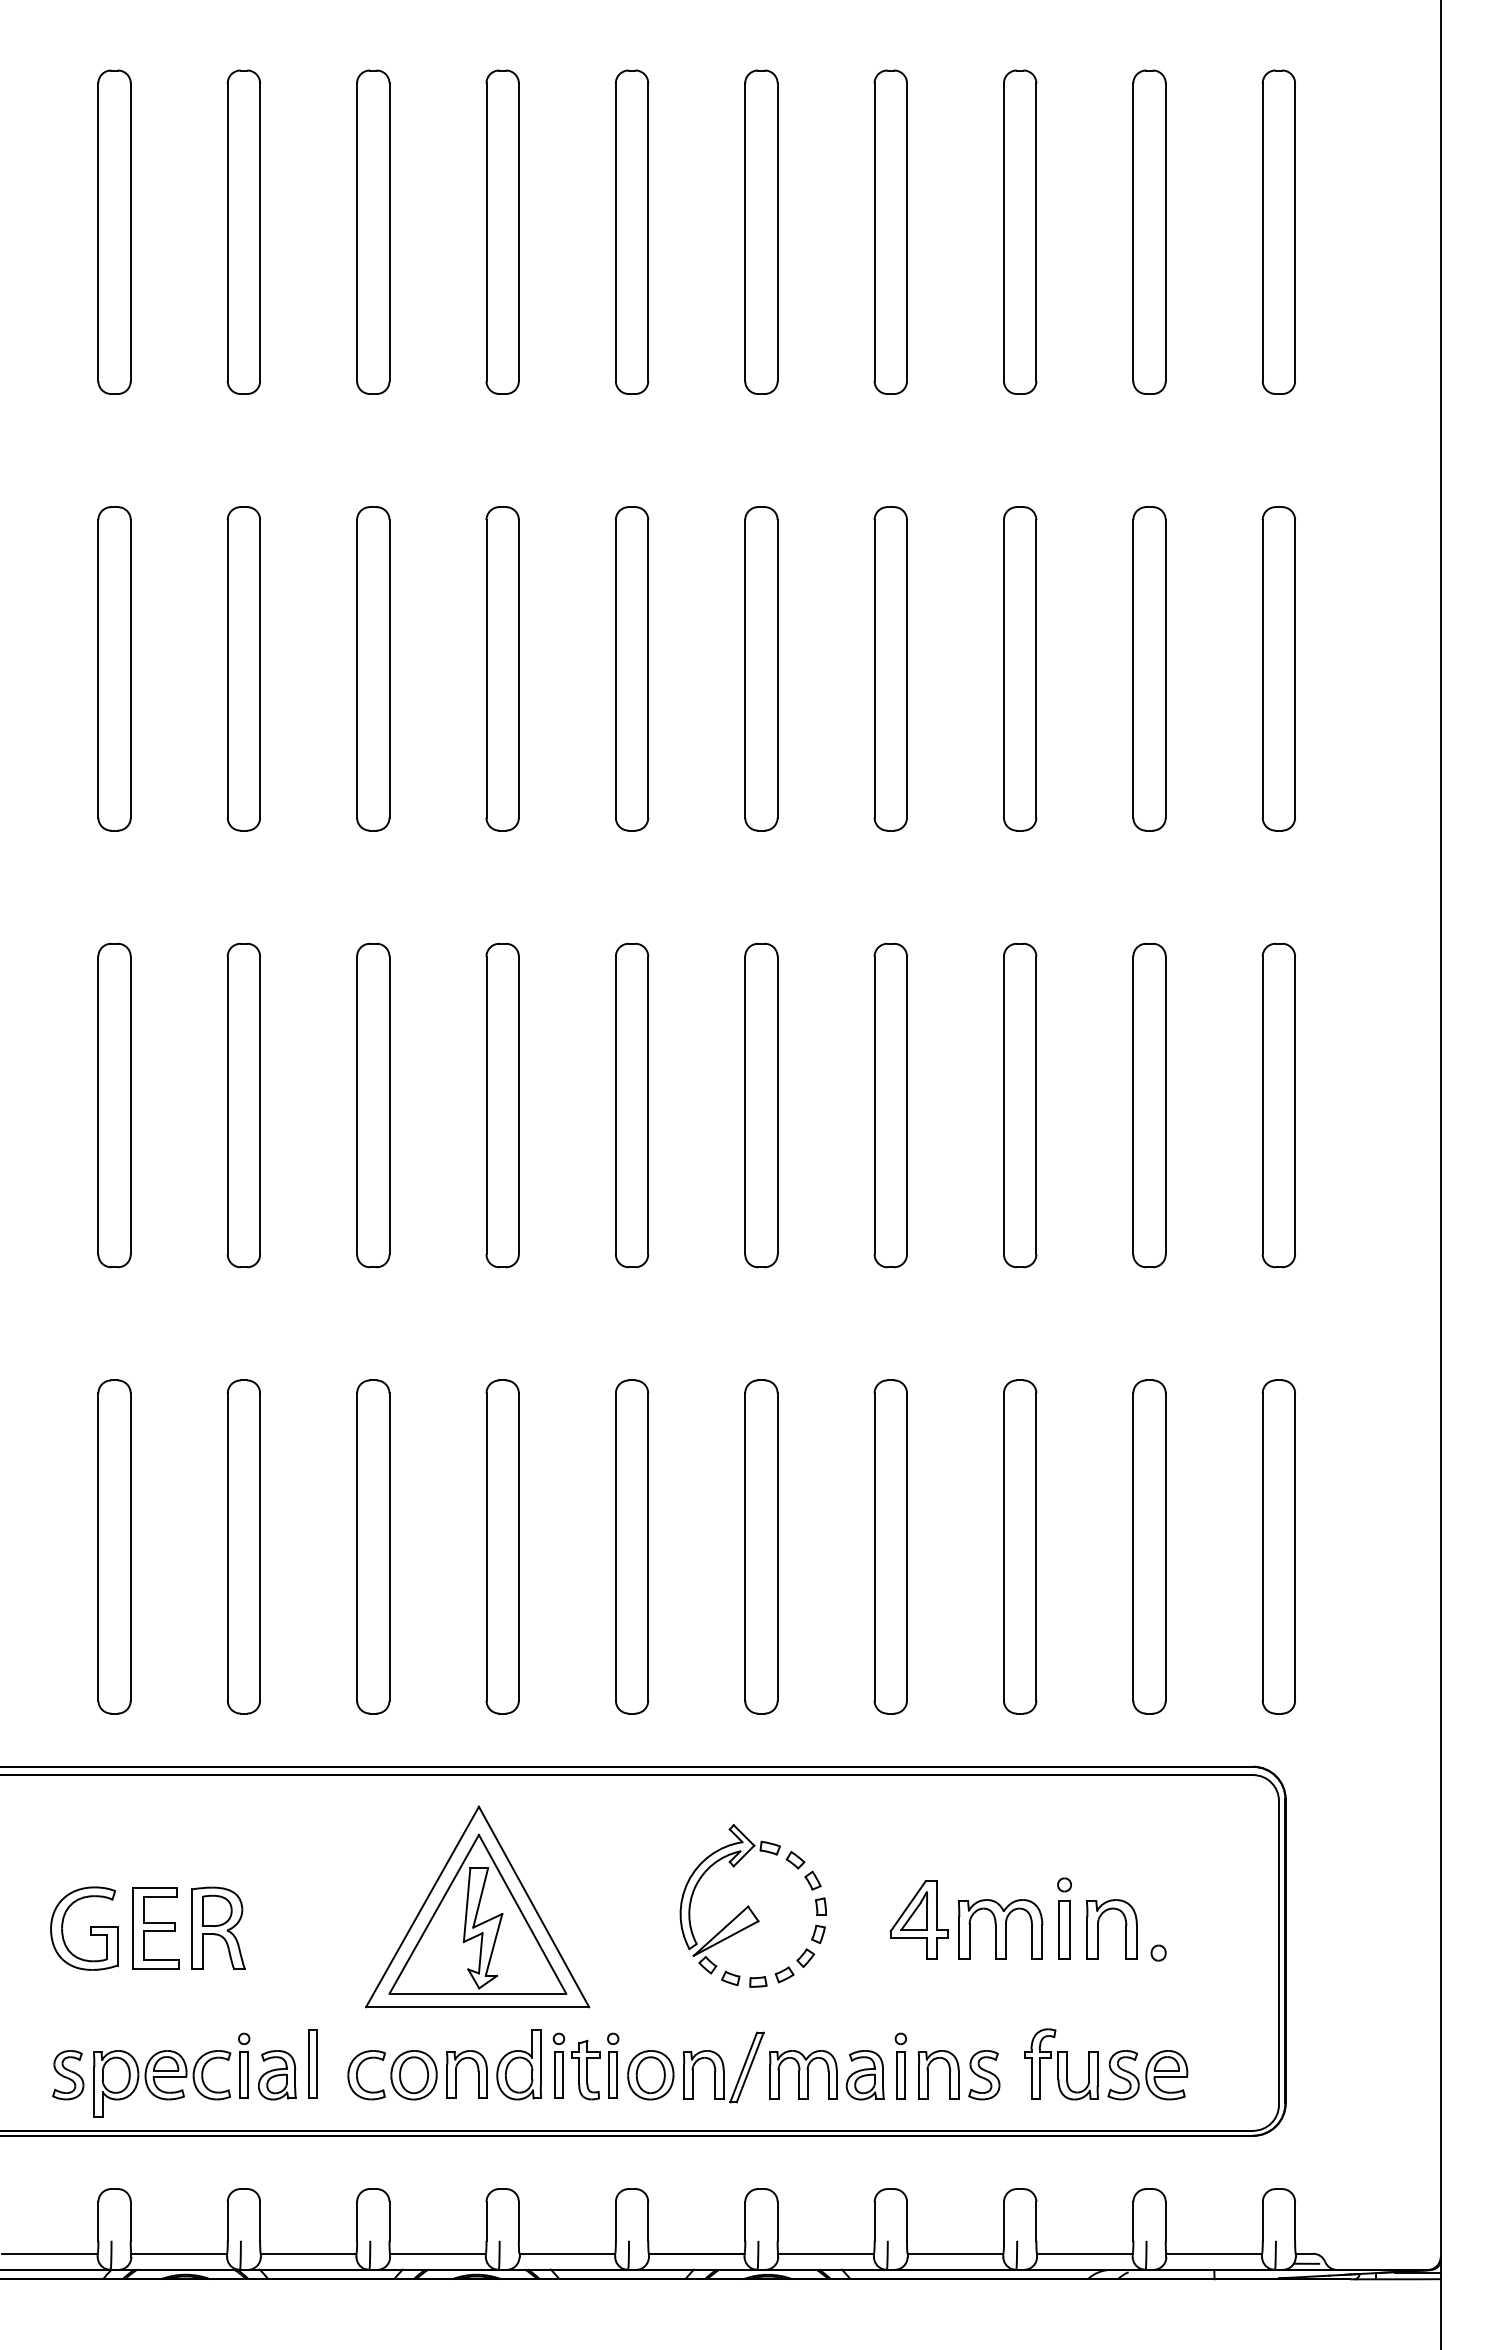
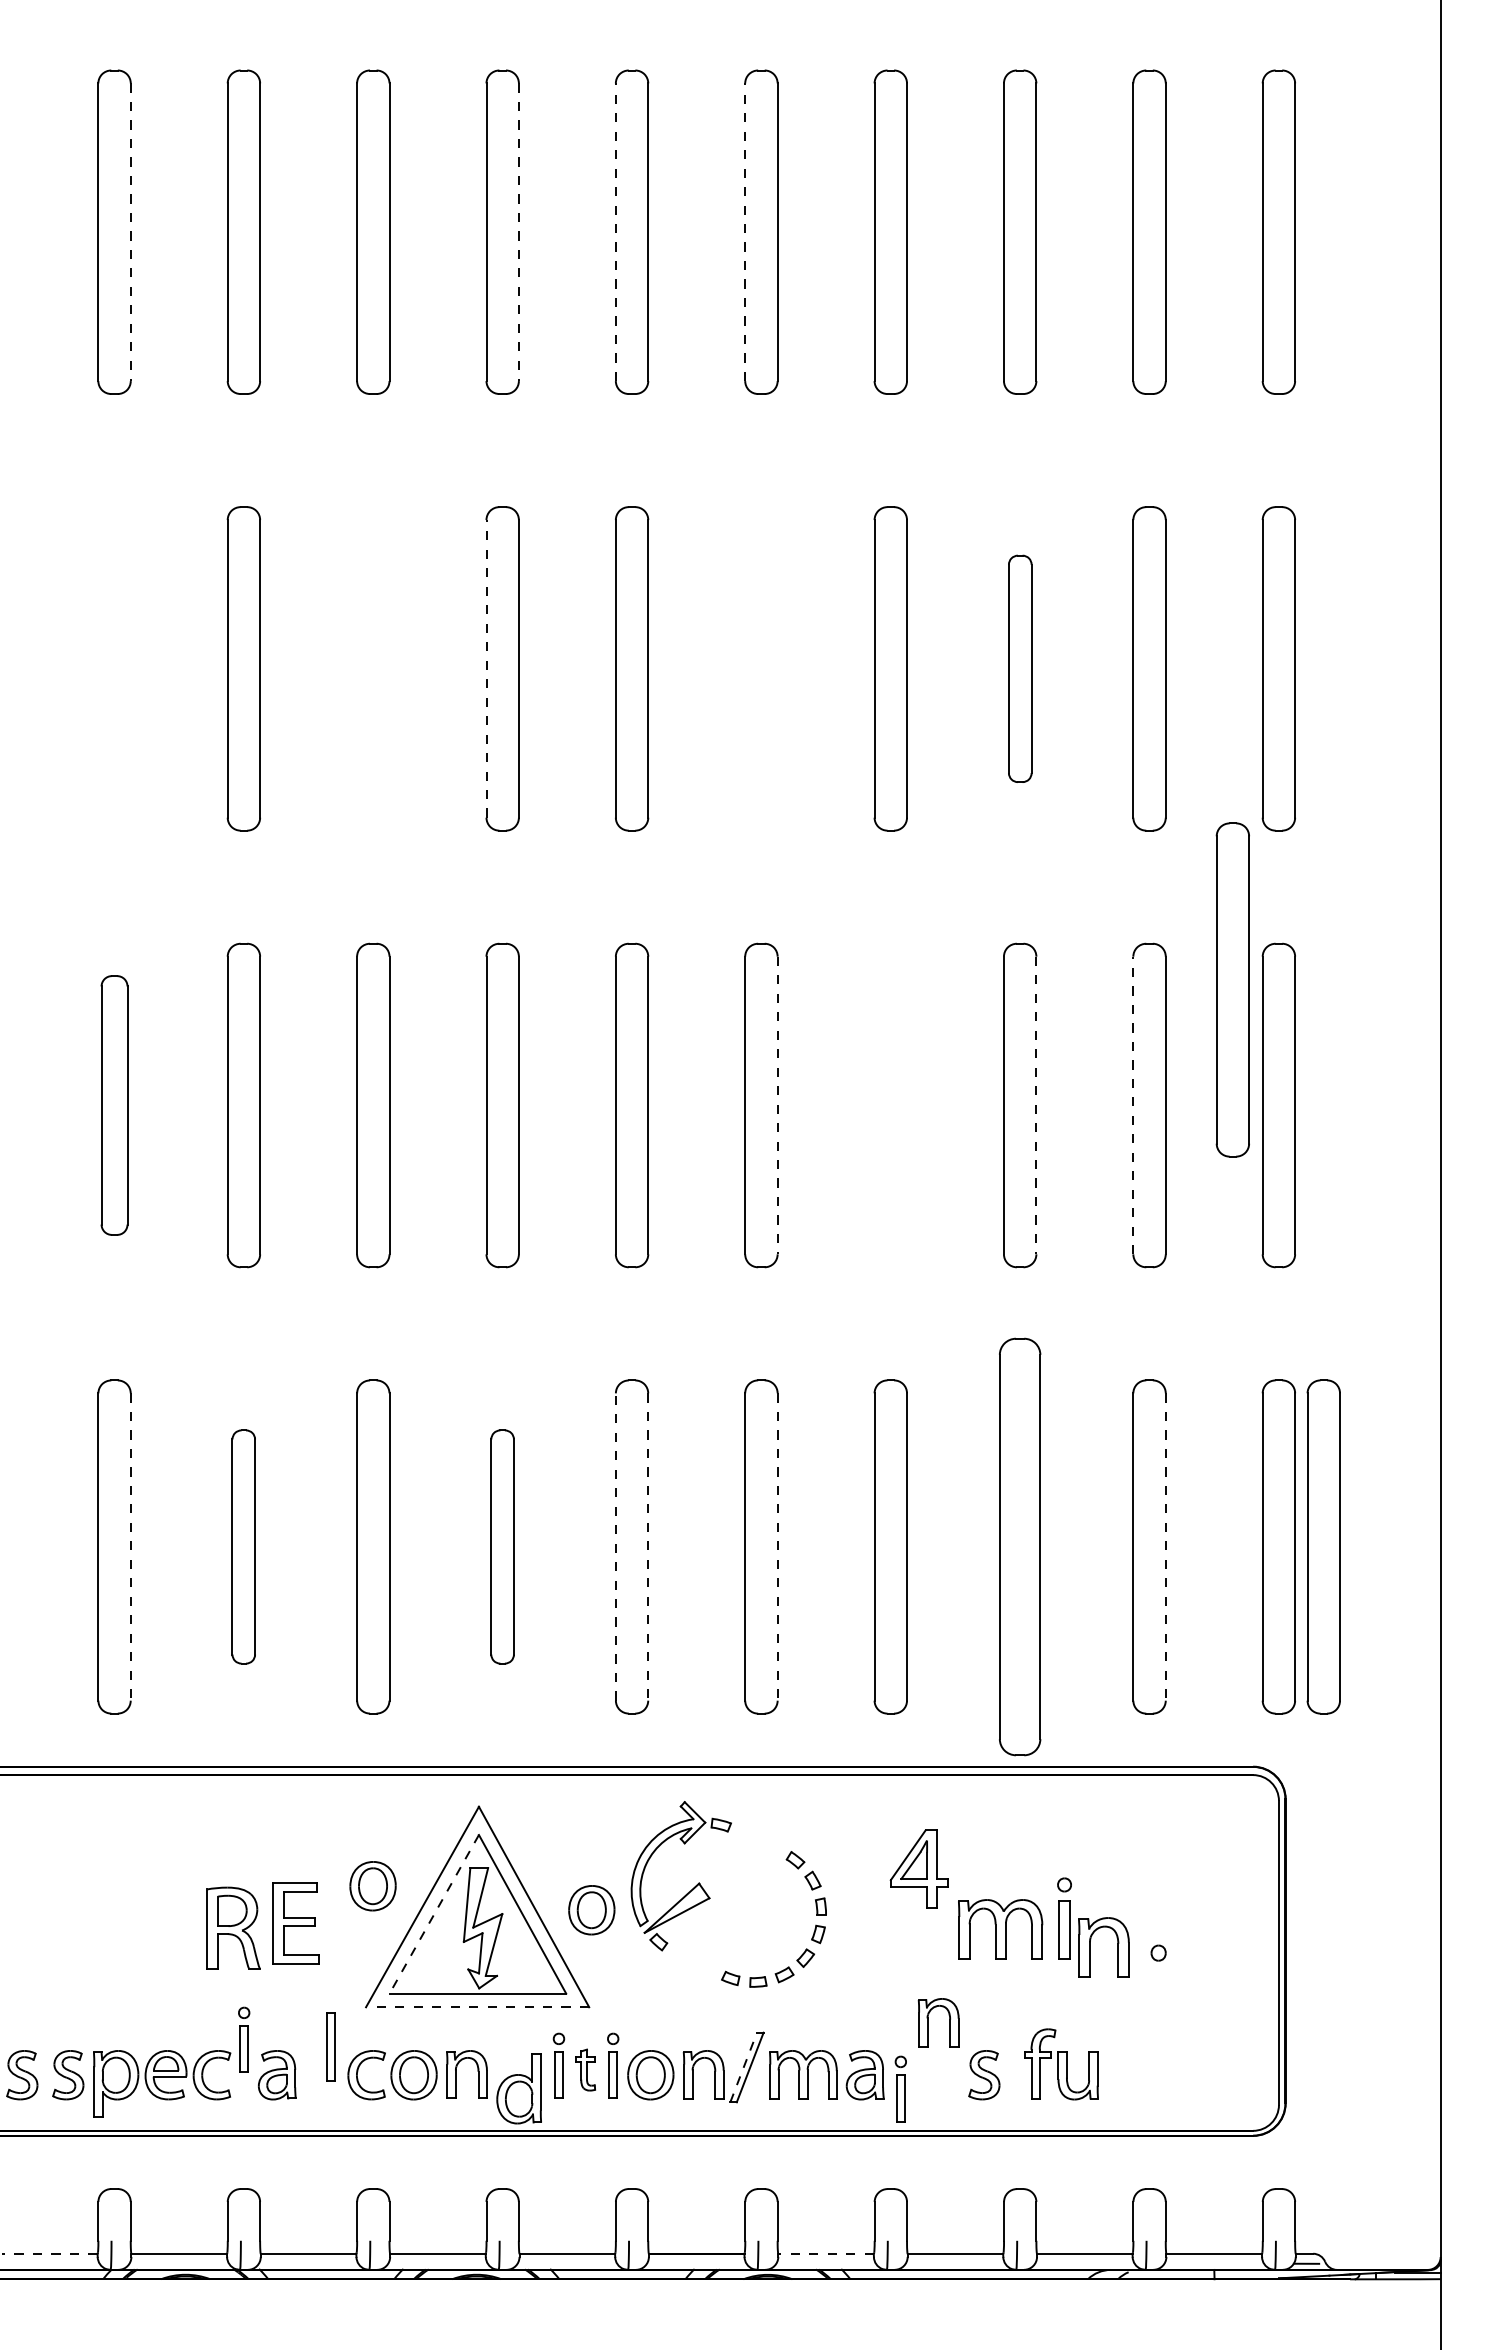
line at (130, 232): solid -> dashed
line at (518, 232): solid -> dashed
line at (615, 232): solid -> dashed
line at (745, 232): solid -> dashed
part at (114, 668): present -> none
part at (373, 668): present -> none
line at (486, 668): solid -> dashed
part at (761, 668): present -> none
part at (1020, 668) size: 35x326 px -> 25x229 px
part at (1232, 989): none -> present
part at (114, 1105) size: 35x327 px -> 29x261 px
line at (777, 1105): solid -> dashed
part at (890, 1105): present -> none
line at (1036, 1105): solid -> dashed
line at (1133, 1105): solid -> dashed
part at (243, 1546) size: 35x336 px -> 25x236 px
part at (502, 1546) size: 35x336 px -> 25x236 px
part at (1020, 1546) size: 35x336 px -> 43x420 px
part at (1323, 1546): none -> present
line at (130, 1547): solid -> dashed
line at (615, 1547): solid -> dashed
line at (648, 1547): solid -> dashed
line at (777, 1547): solid -> dashed
line at (1165, 1547): solid -> dashed
part at (372, 1886): none -> present
part at (591, 1910): none -> present
part at (741, 1911) position: (741, 1911) -> (692, 1888)
line at (434, 1914): solid -> dashed
part at (918, 1919) position: (918, 1919) -> (918, 1868)
part at (218, 1927) position: (218, 1927) -> (233, 1927)
part at (84, 1928): present -> none
part at (155, 1928) position: (155, 1928) -> (295, 1923)
part at (1098, 1929) position: (1098, 1929) -> (1090, 1947)
line at (477, 2007): solid -> dashed
part at (312, 2063) position: (312, 2063) -> (330, 2046)
part at (518, 2064) position: (518, 2064) -> (518, 2088)
part at (244, 2065) position: (244, 2065) -> (244, 2039)
part at (900, 2065) position: (900, 2065) -> (900, 2088)
line at (743, 2067): solid -> dashed
part at (585, 2069) size: 30x62 px -> 21x44 px
part at (928, 2074) position: (928, 2074) -> (928, 2022)
part at (22, 2075): none -> present
part at (1147, 2075): present -> none
line at (49, 2253): solid -> dashed
line at (826, 2253): solid -> dashed
